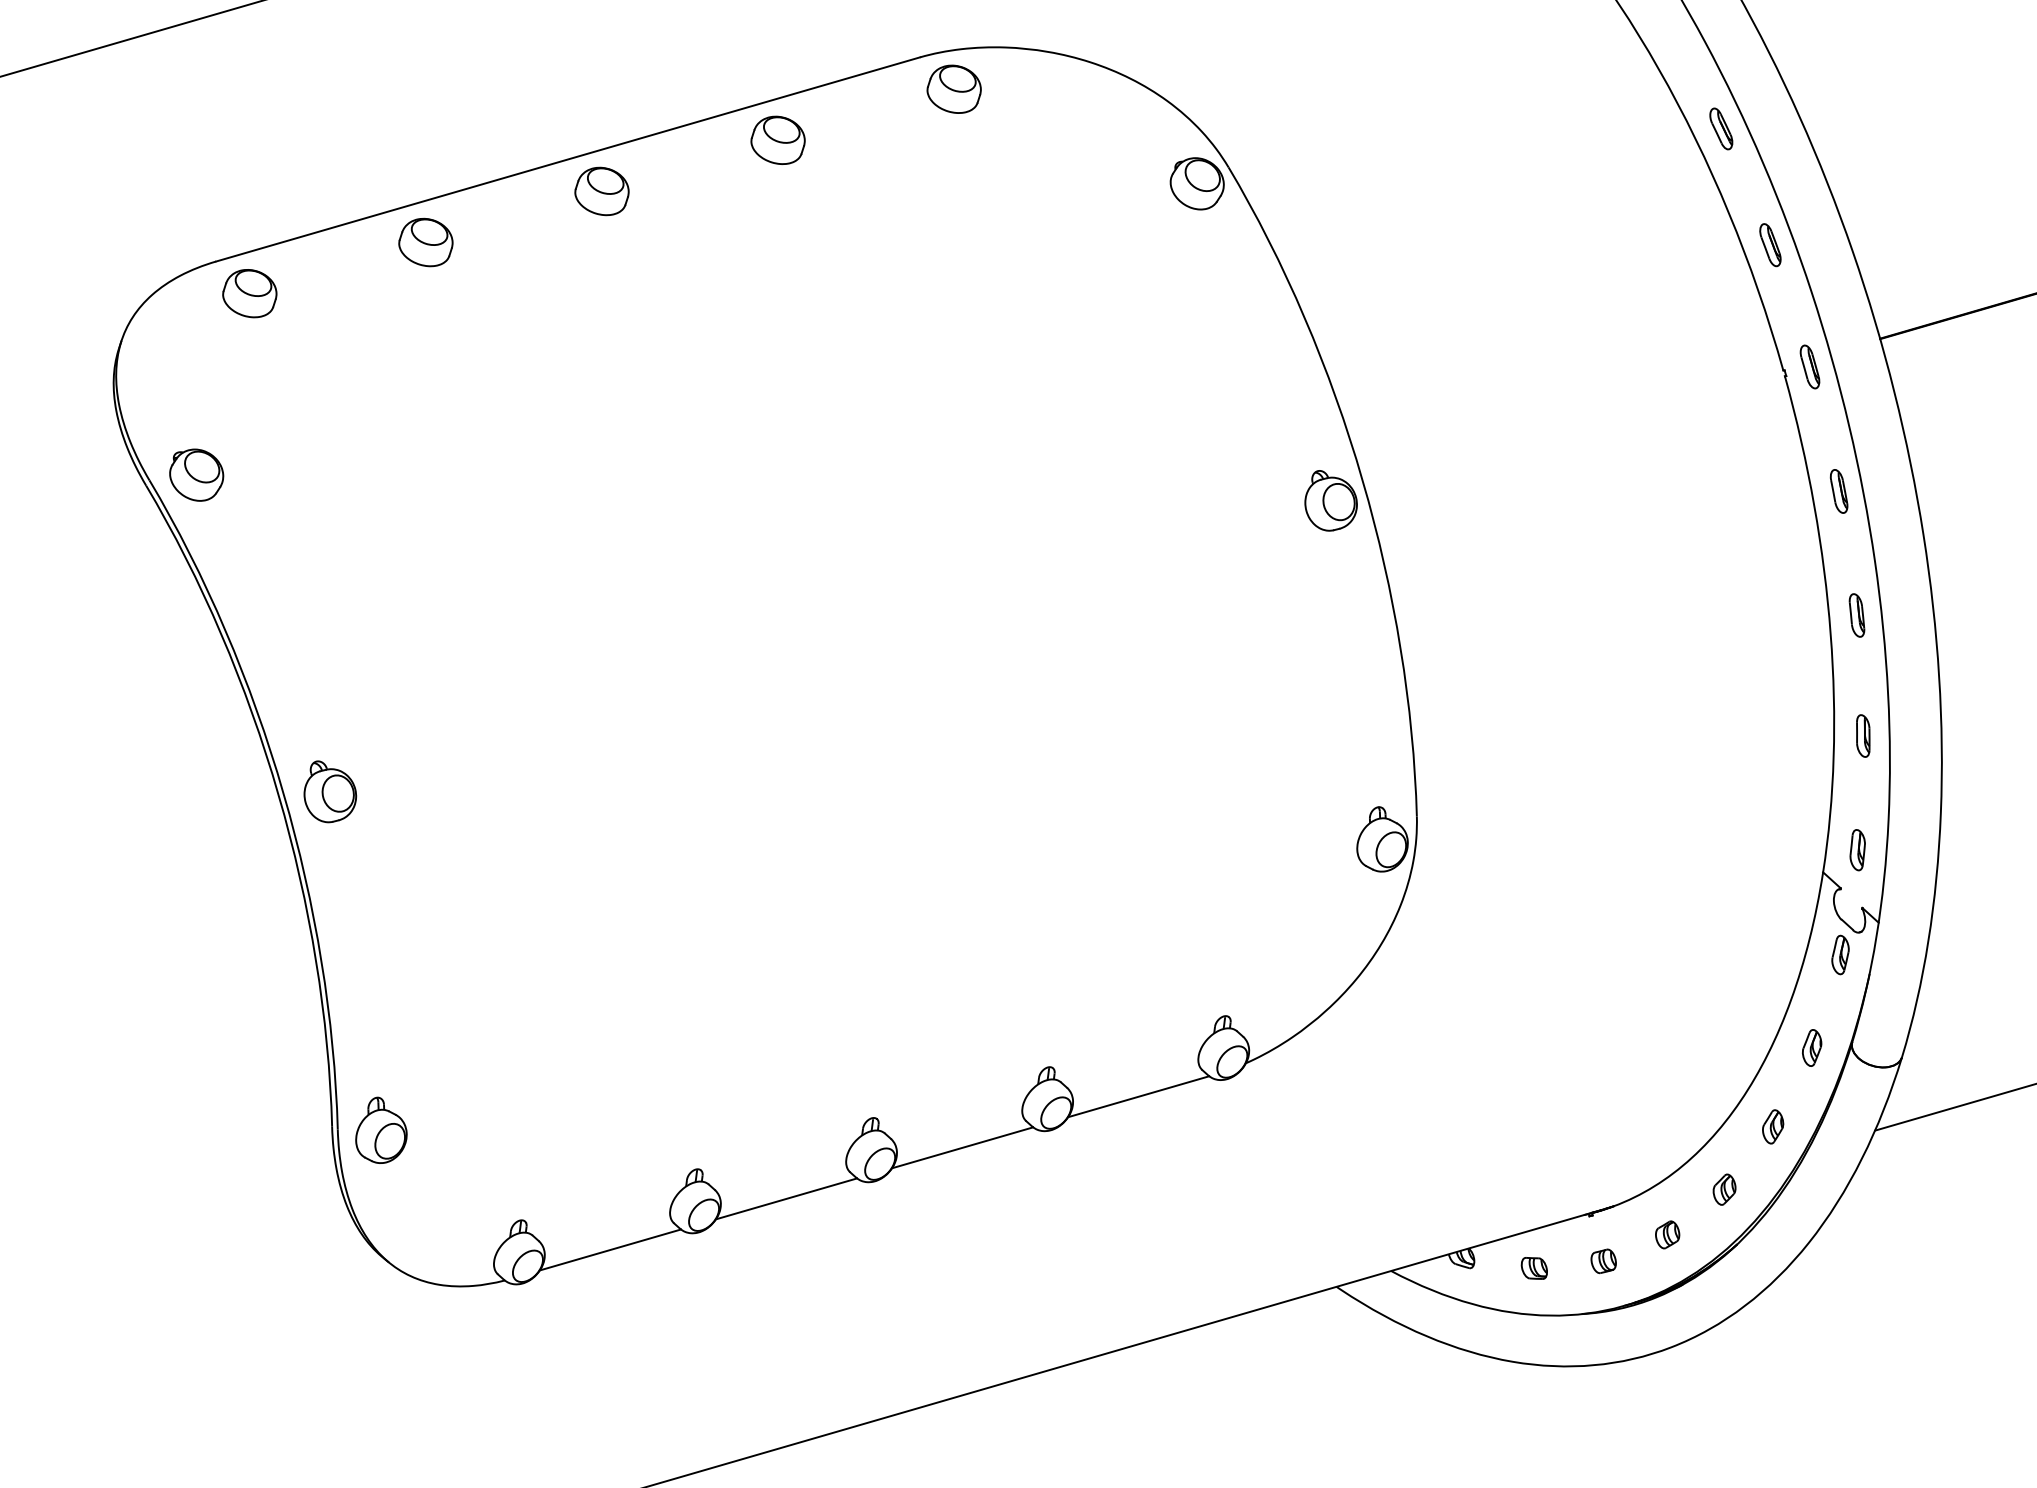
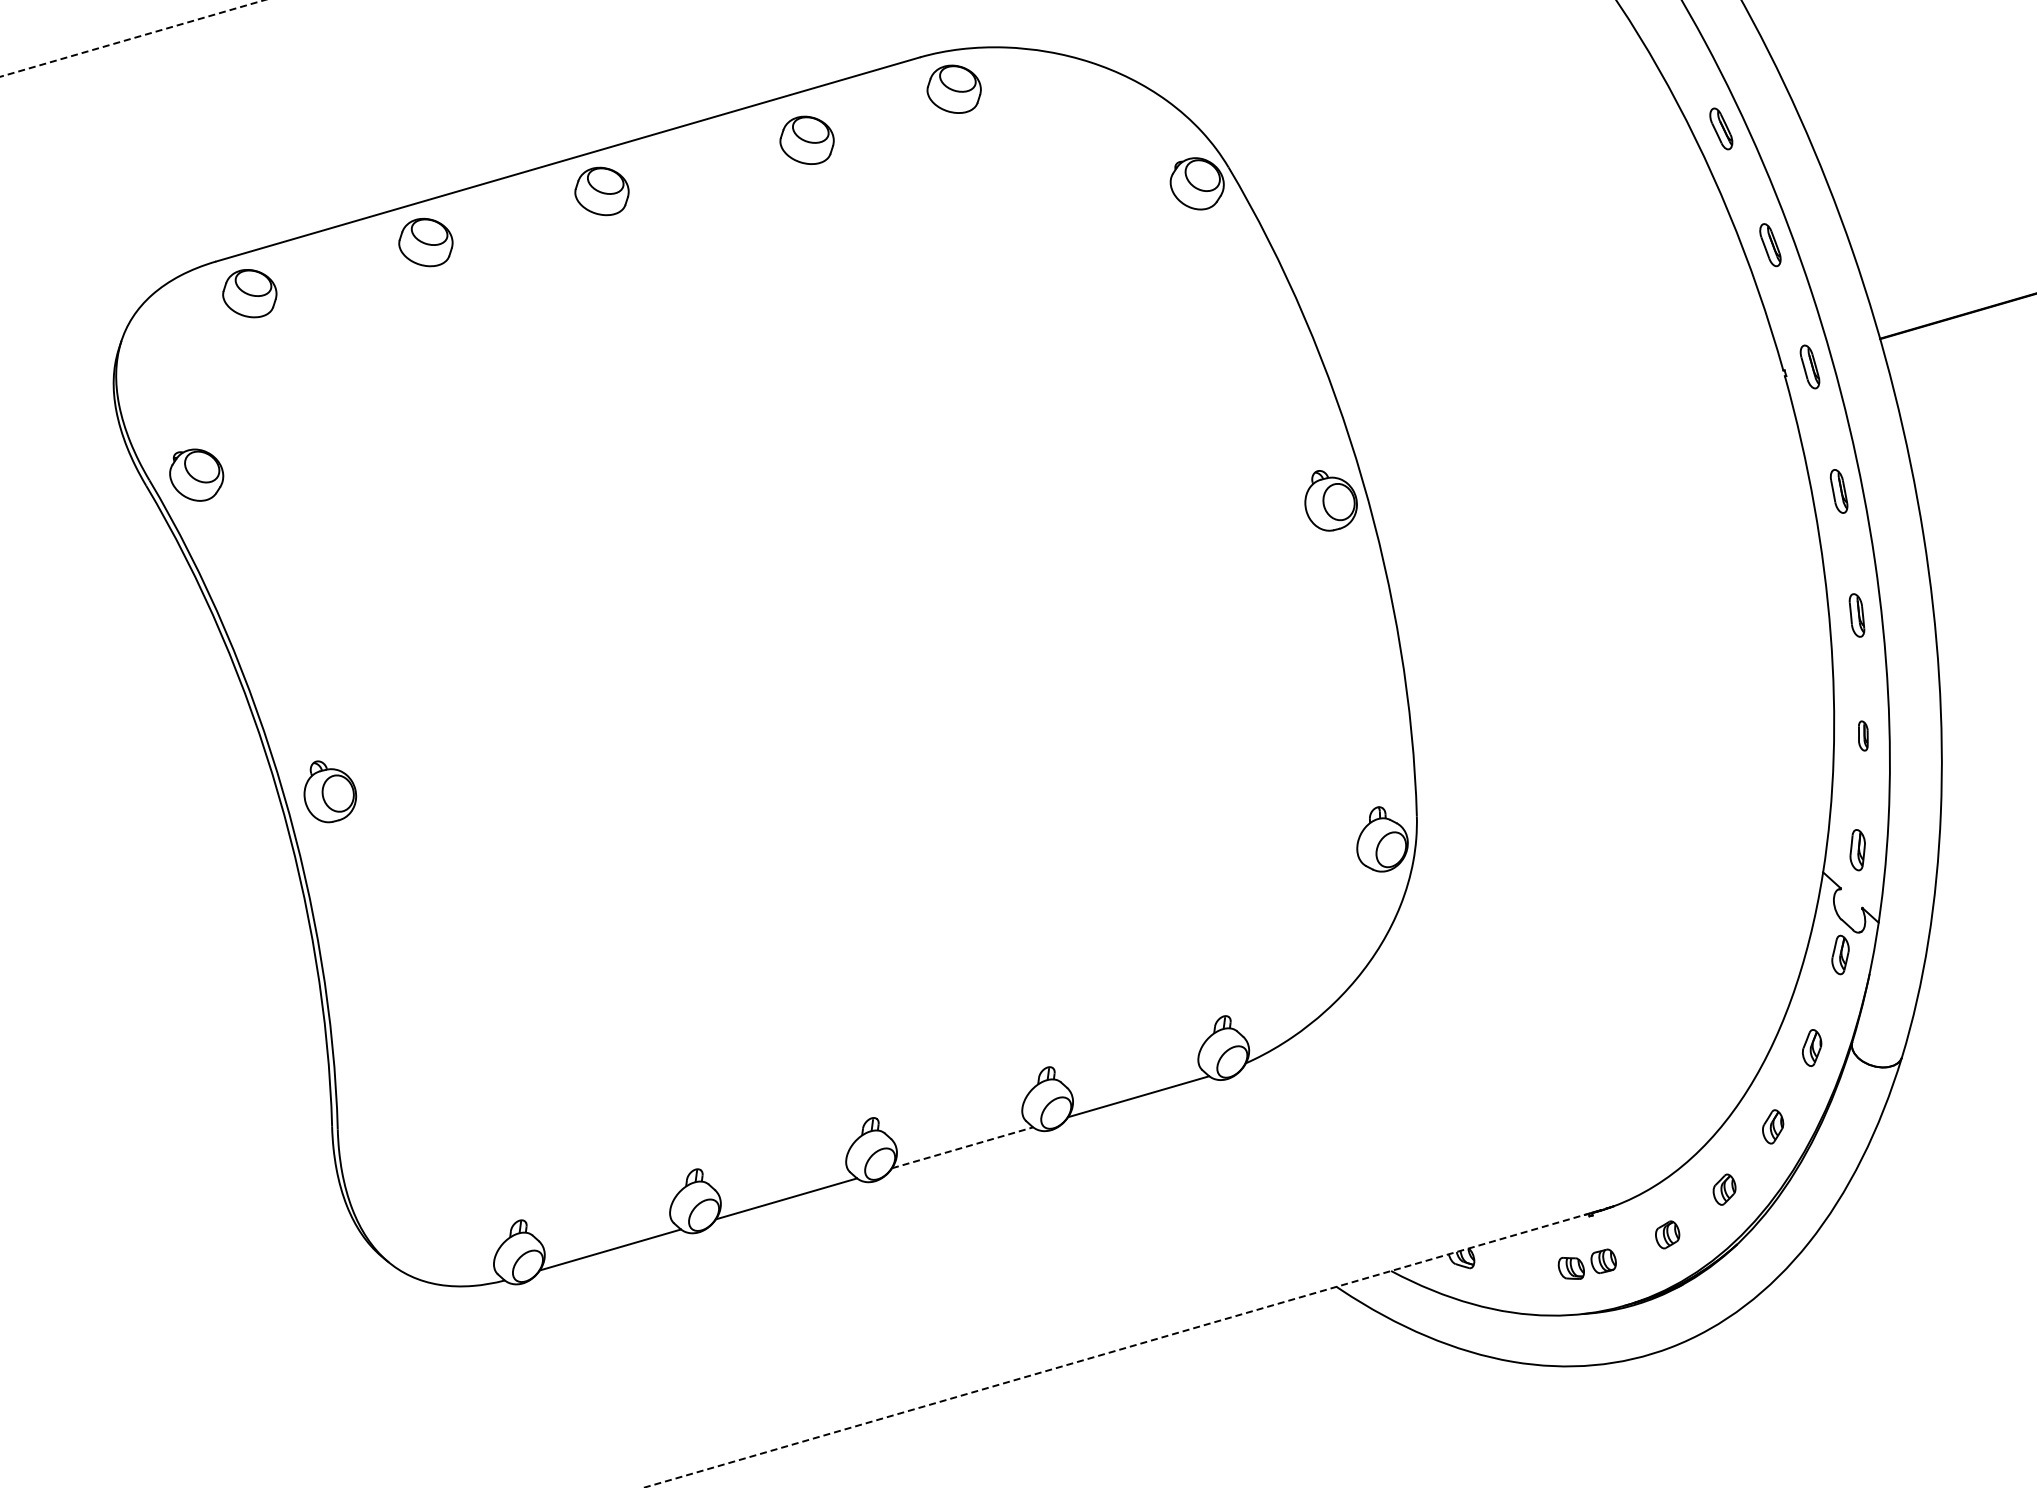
line at (132, 38): solid -> dashed
part at (777, 139) position: (777, 139) -> (806, 139)
part at (1863, 735) size: 15x44 px -> 11x32 px
line at (1954, 1107): present -> none
part at (381, 1129): present -> none
line at (963, 1147): solid -> dashed
part at (1533, 1268) position: (1533, 1268) -> (1570, 1268)
line at (1127, 1347): solid -> dashed
